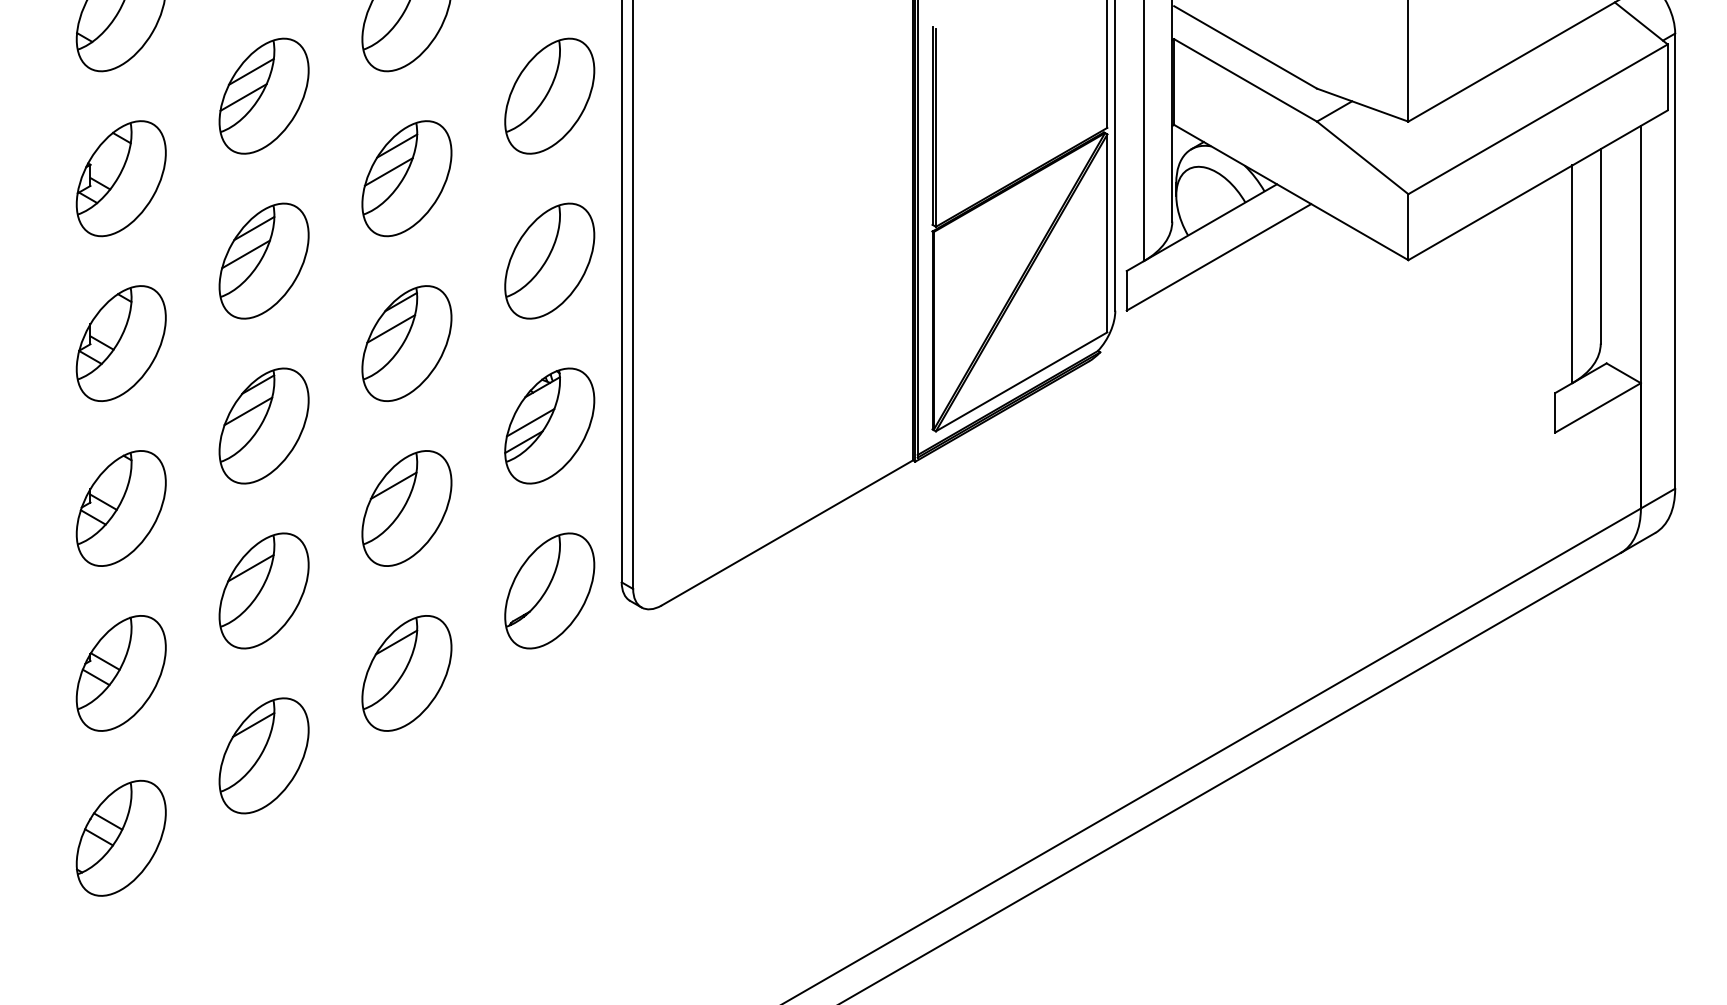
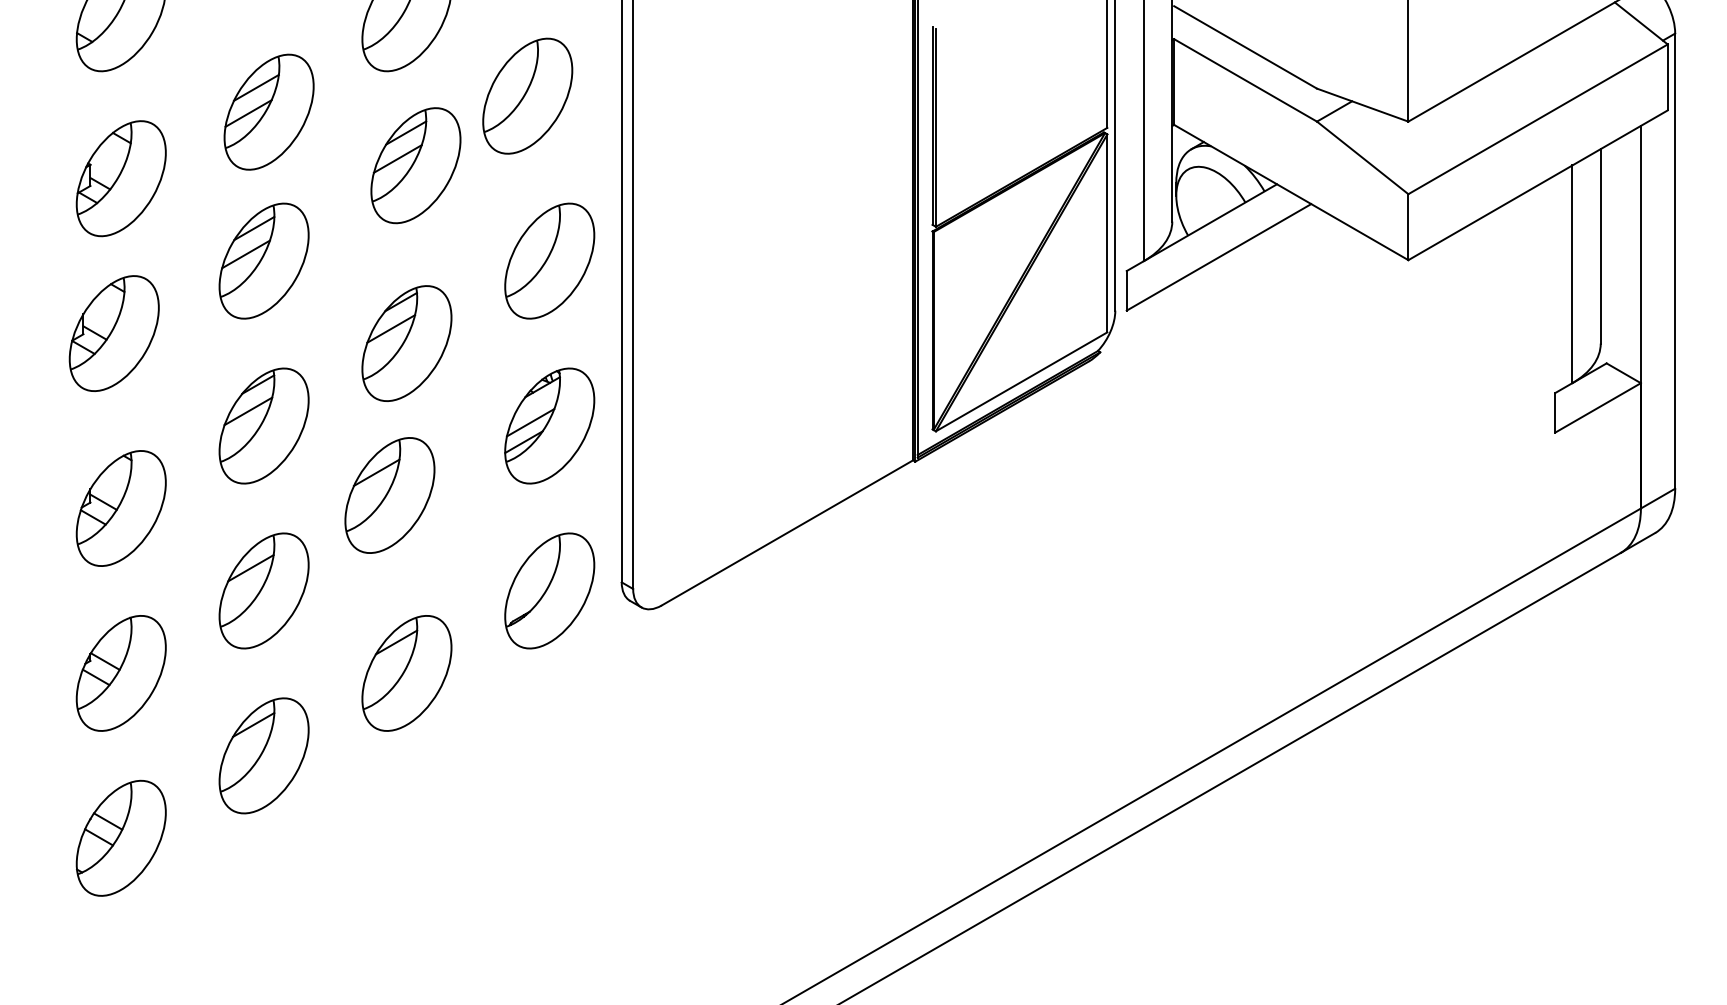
part at (263, 95) position: (263, 95) -> (268, 111)
part at (549, 95) position: (549, 95) -> (527, 95)
part at (406, 178) position: (406, 178) -> (415, 165)
part at (120, 343) position: (120, 343) -> (113, 333)
part at (406, 508) position: (406, 508) -> (389, 495)
